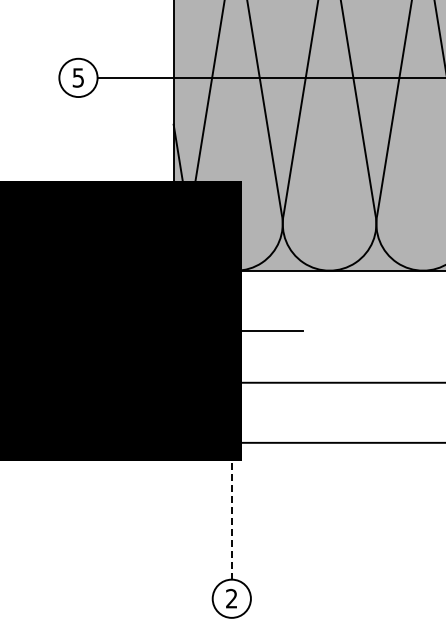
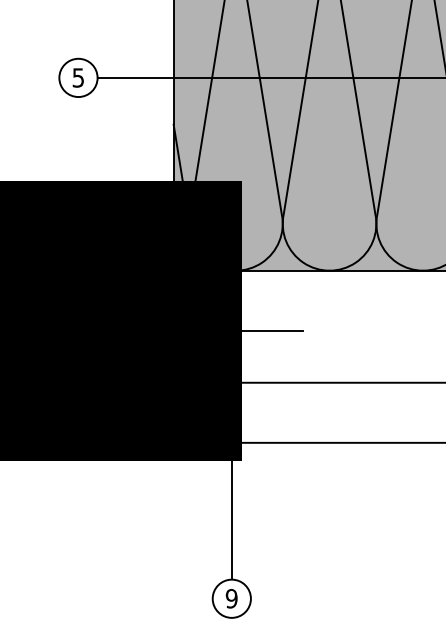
line at (231, 509): dashed -> solid
text at (231, 598): 2 -> 9
